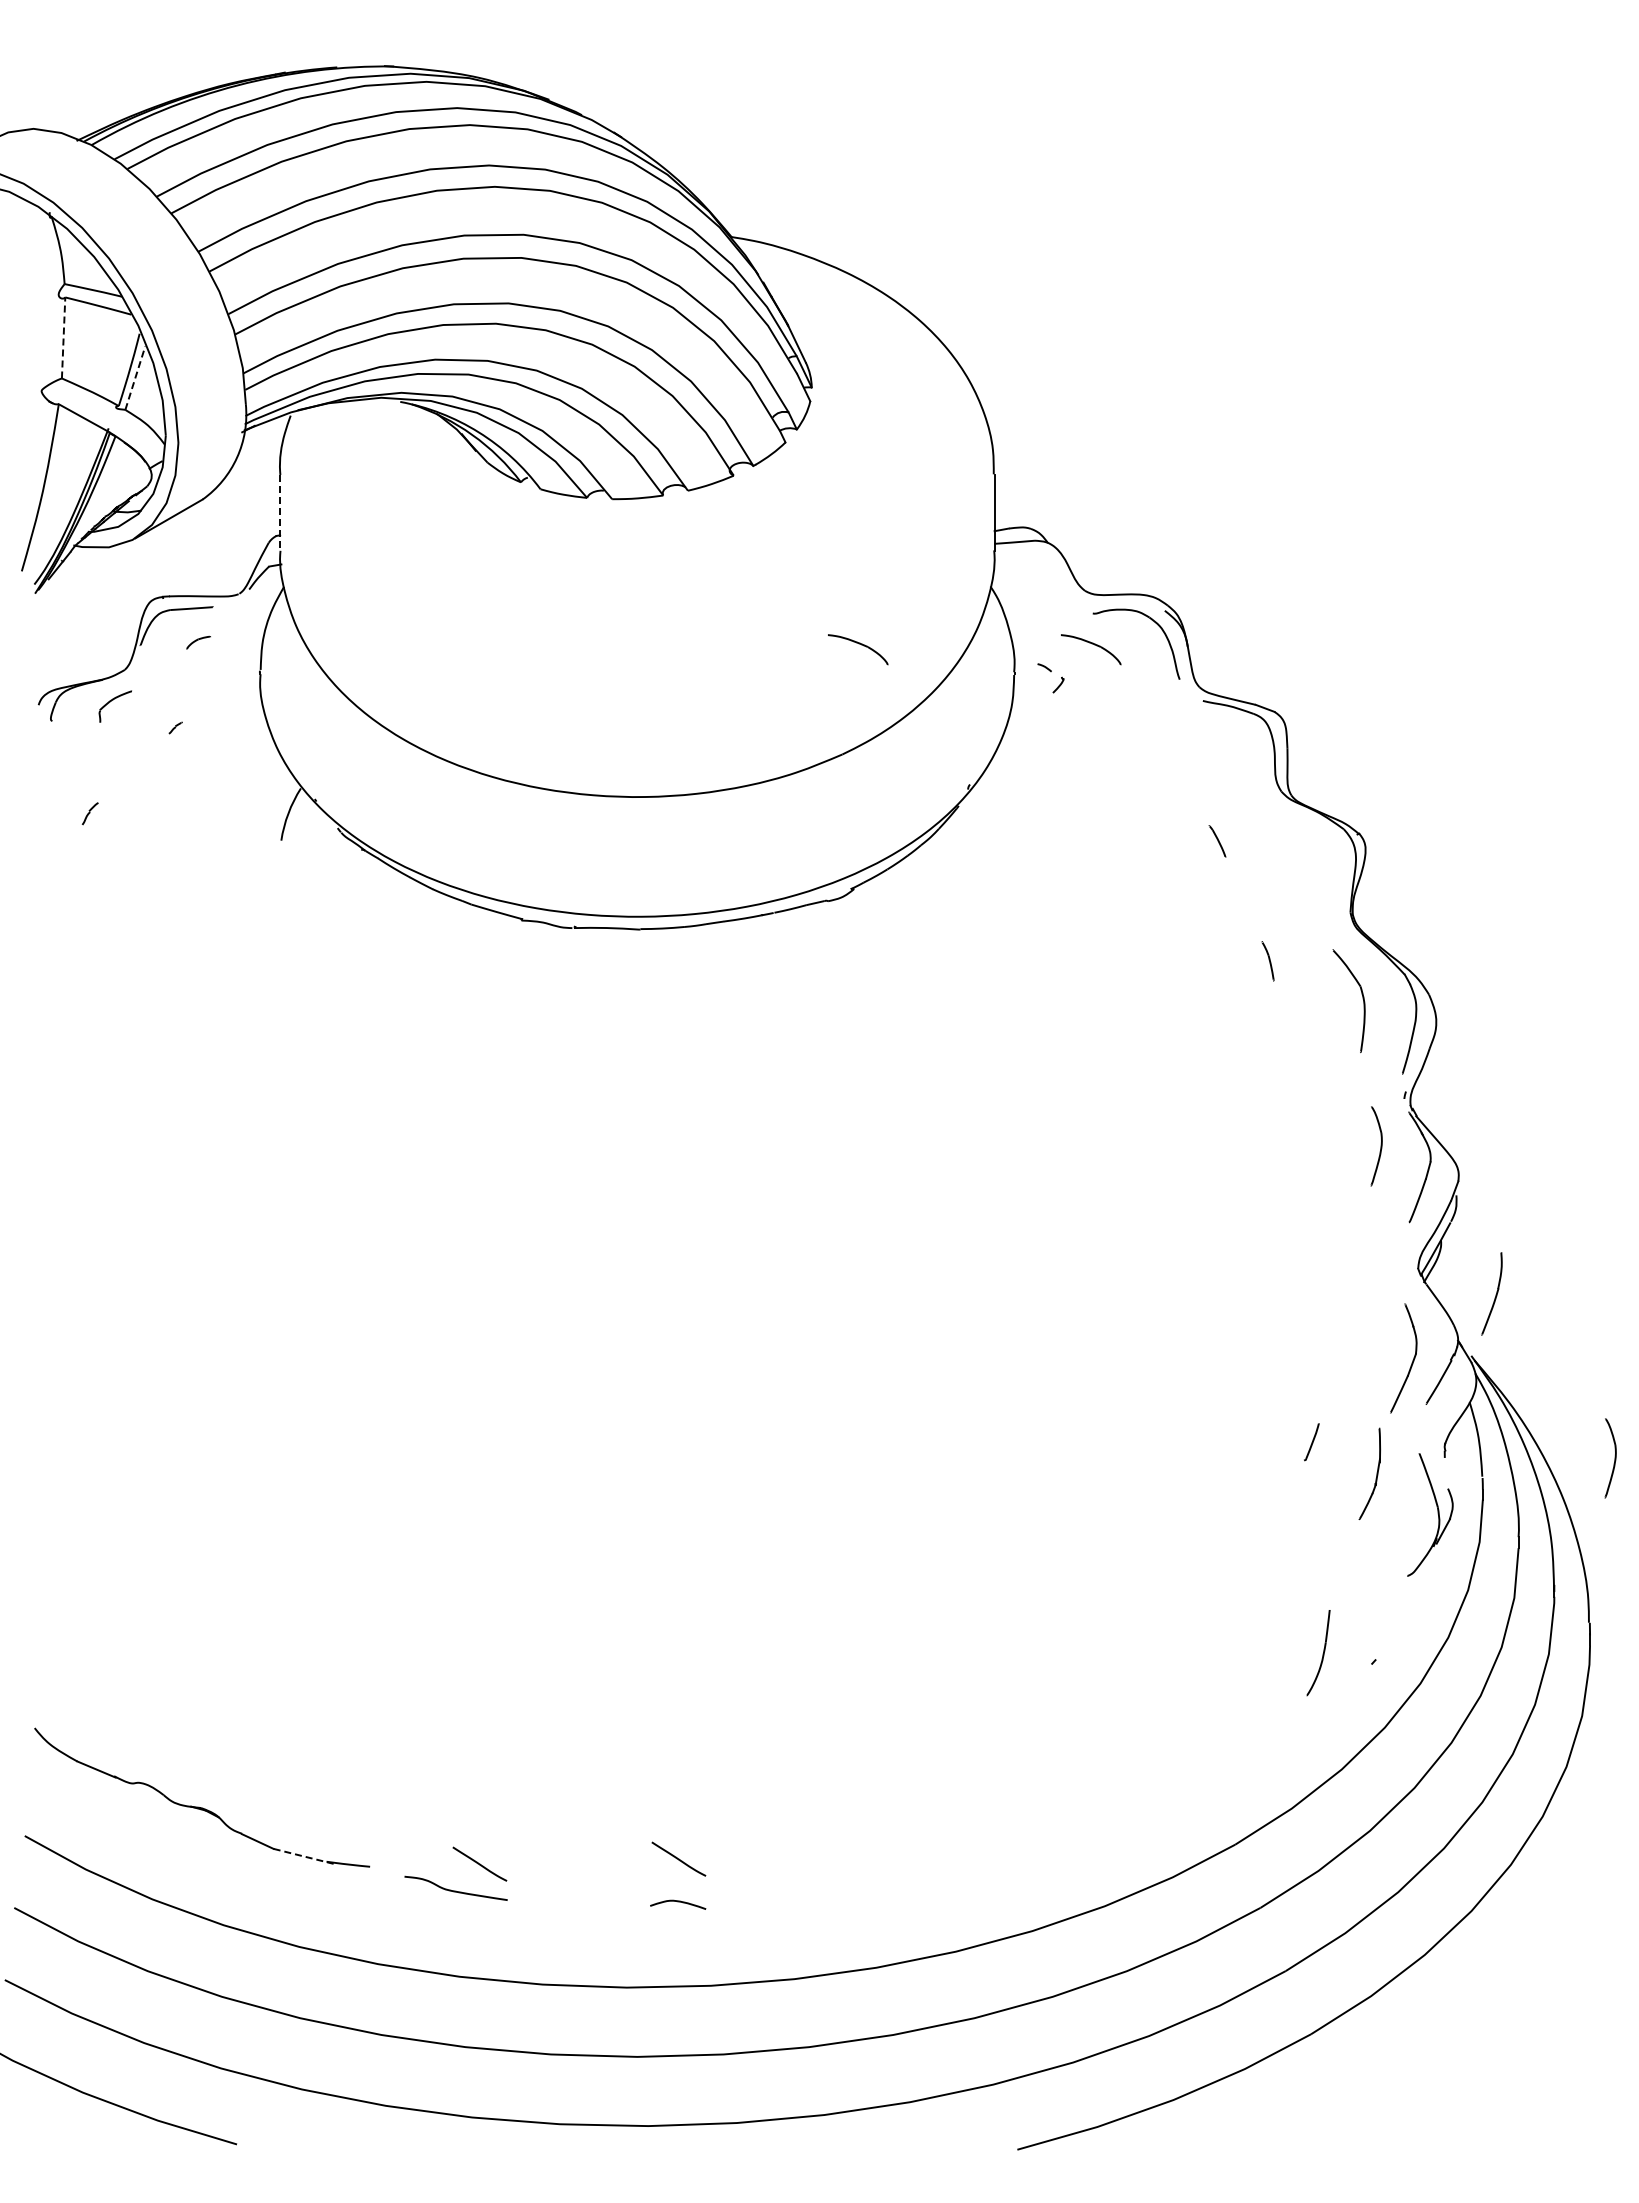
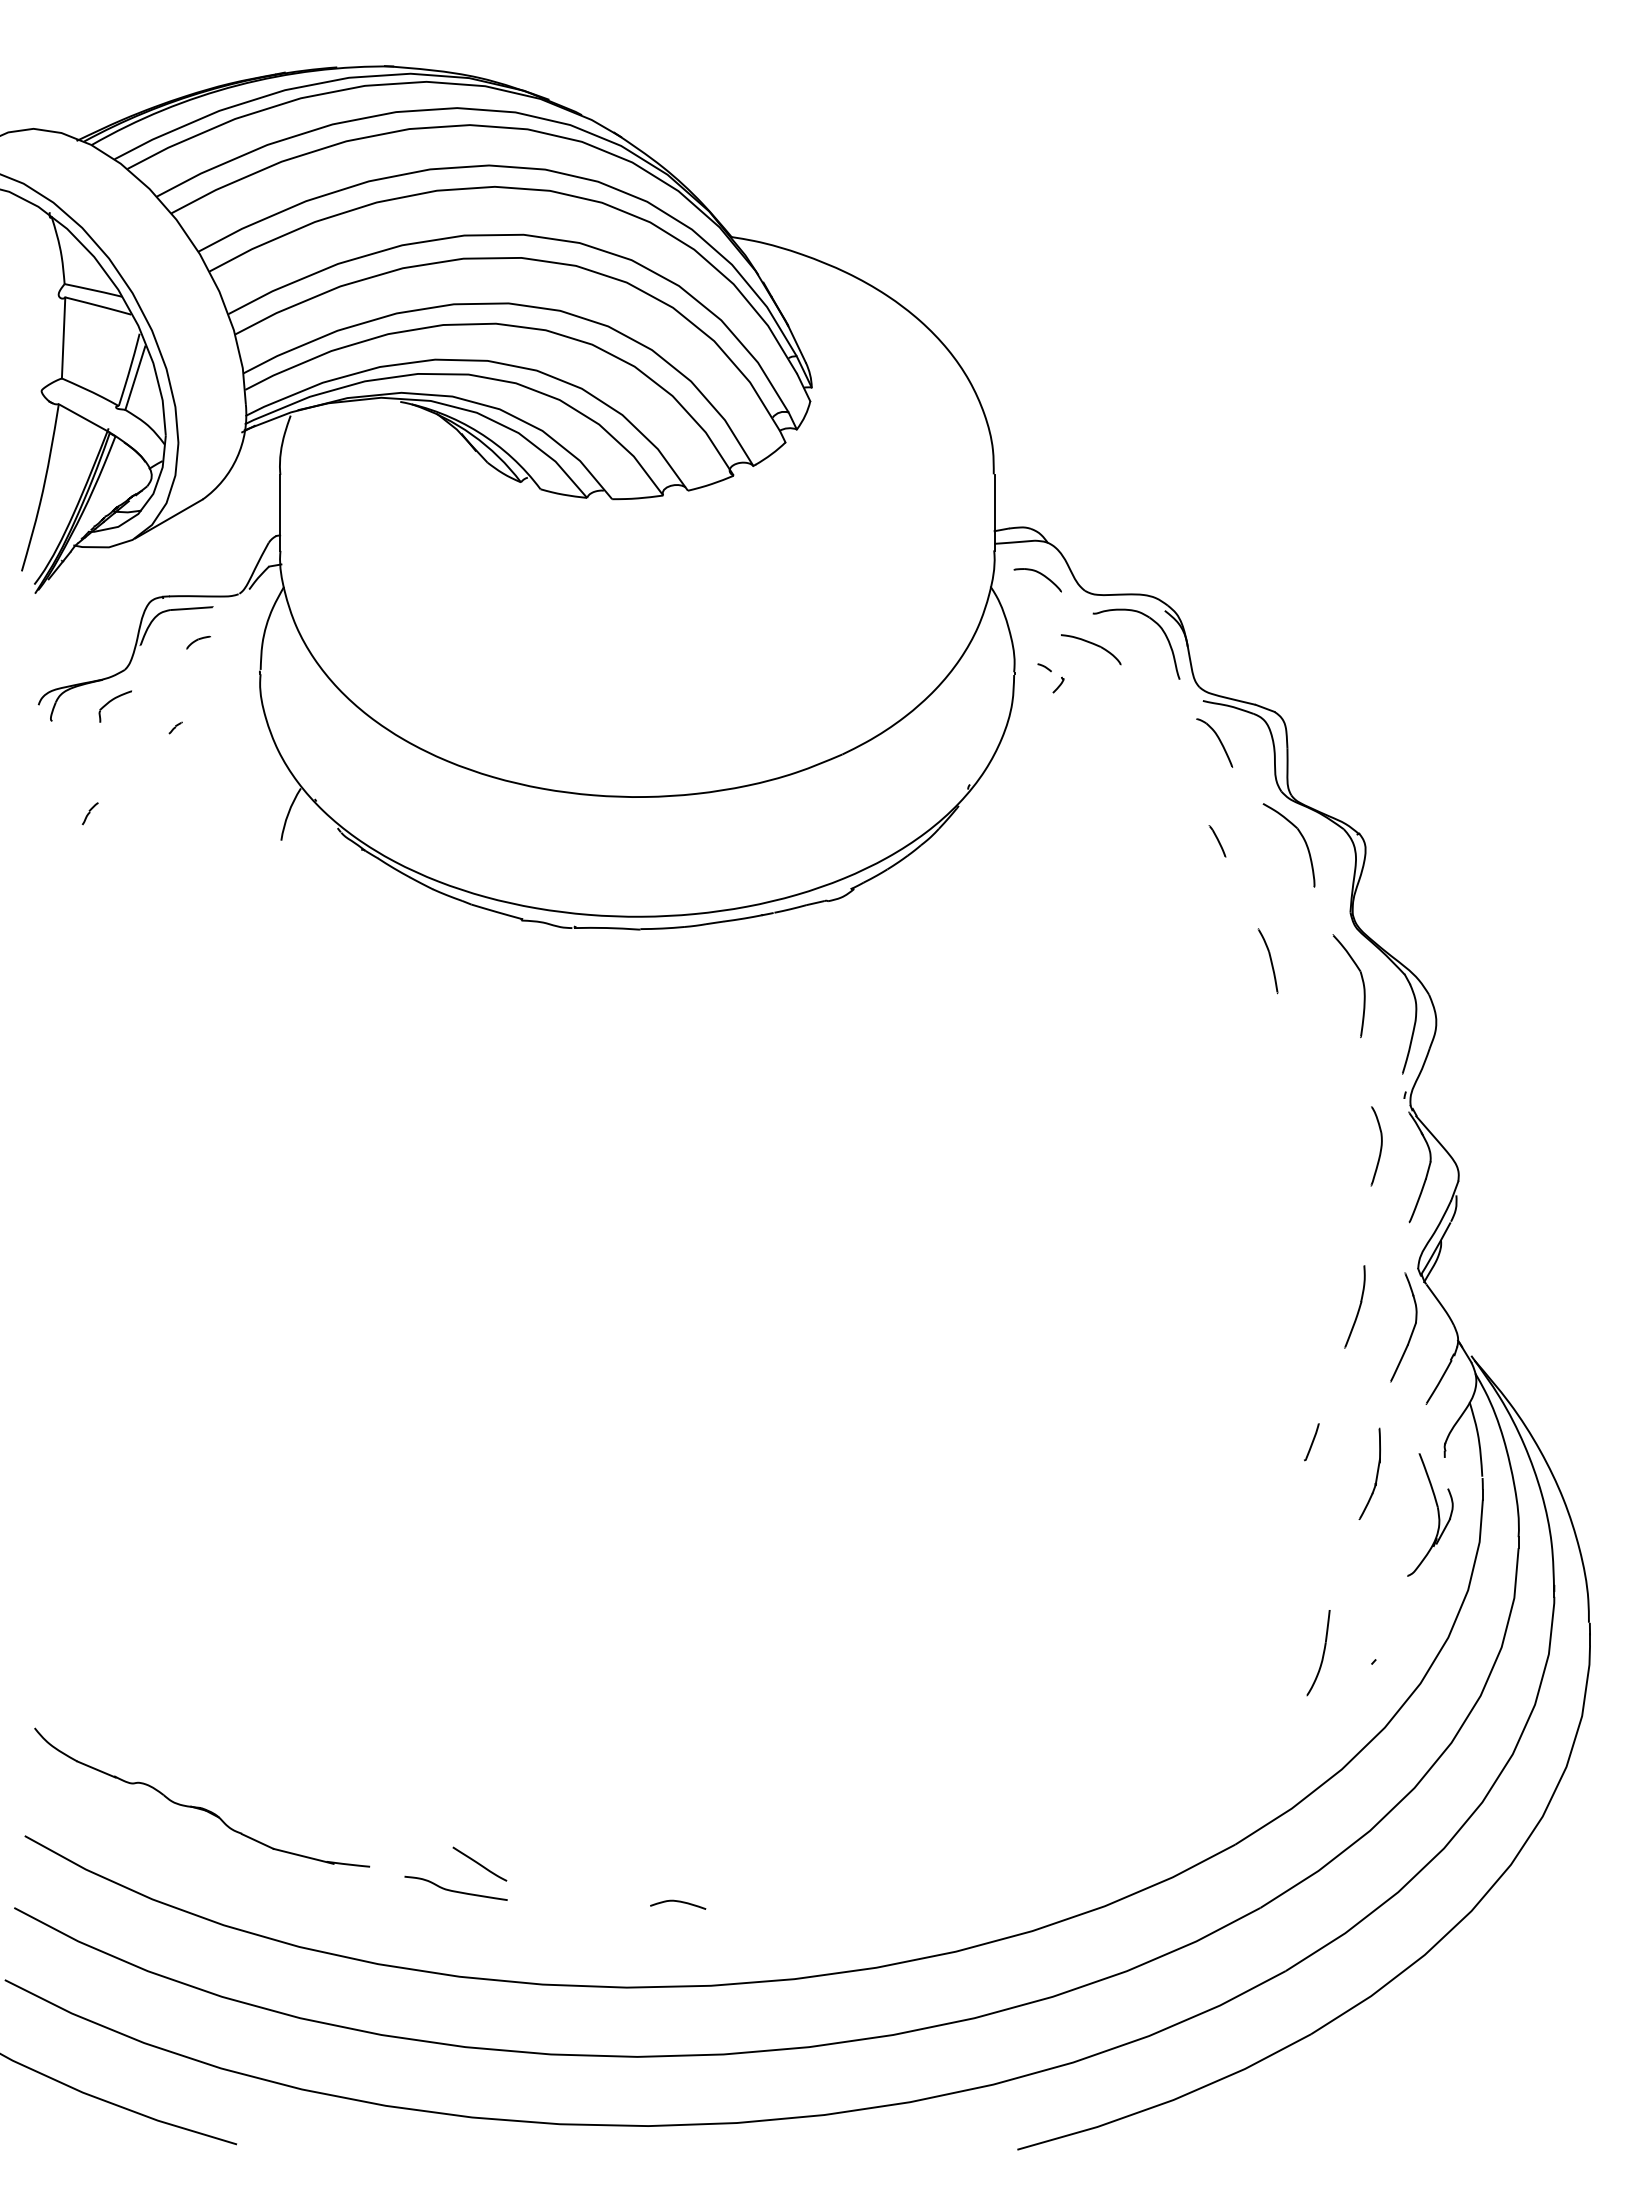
line at (63, 337): dashed -> solid
line at (135, 377): dashed -> solid
line at (280, 512): dashed -> solid
part at (1041, 575): none -> present
part at (858, 649): present -> none
part at (1214, 742): none -> present
part at (1300, 835): none -> present
part at (1267, 961) size: 14x41 px -> 22x67 px
part at (1362, 999) position: (1362, 999) -> (1362, 984)
part at (1491, 1293) position: (1491, 1293) -> (1354, 1306)
part at (1411, 1362) position: (1411, 1362) -> (1411, 1331)
part at (1610, 1458): present -> none
line at (303, 1856): dashed -> solid
line at (678, 1858): present -> none
